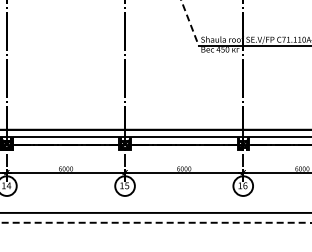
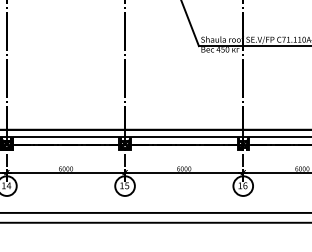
line at (190, 23): dashed -> solid
line at (155, 222): dashed -> solid
